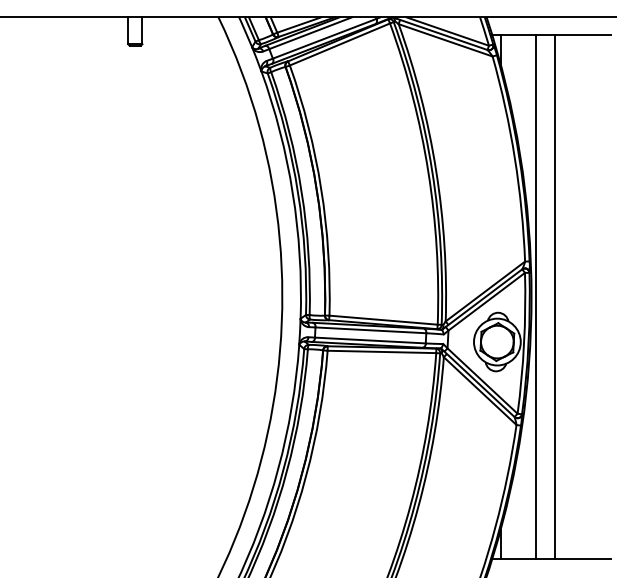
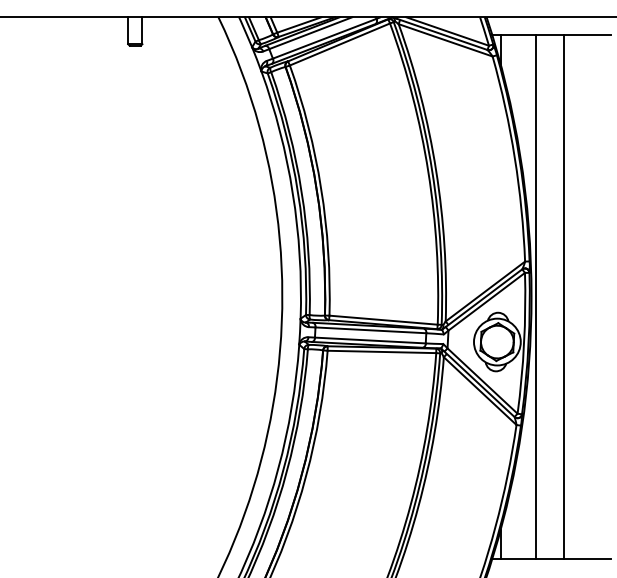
line at (555, 296) position: (555, 296) -> (564, 296)
